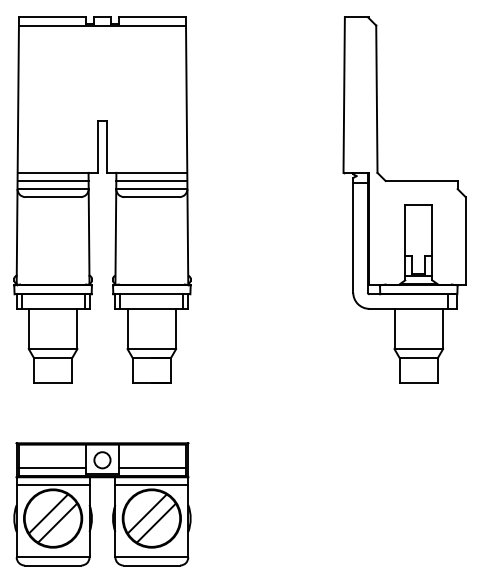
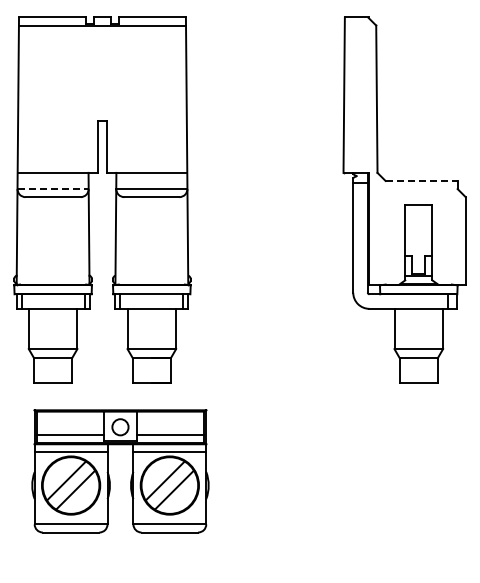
line at (52, 180): present -> none
line at (151, 180): present -> none
line at (422, 180): solid -> dashed
line at (53, 189): solid -> dashed
part at (91, 507) position: (91, 507) -> (109, 474)
